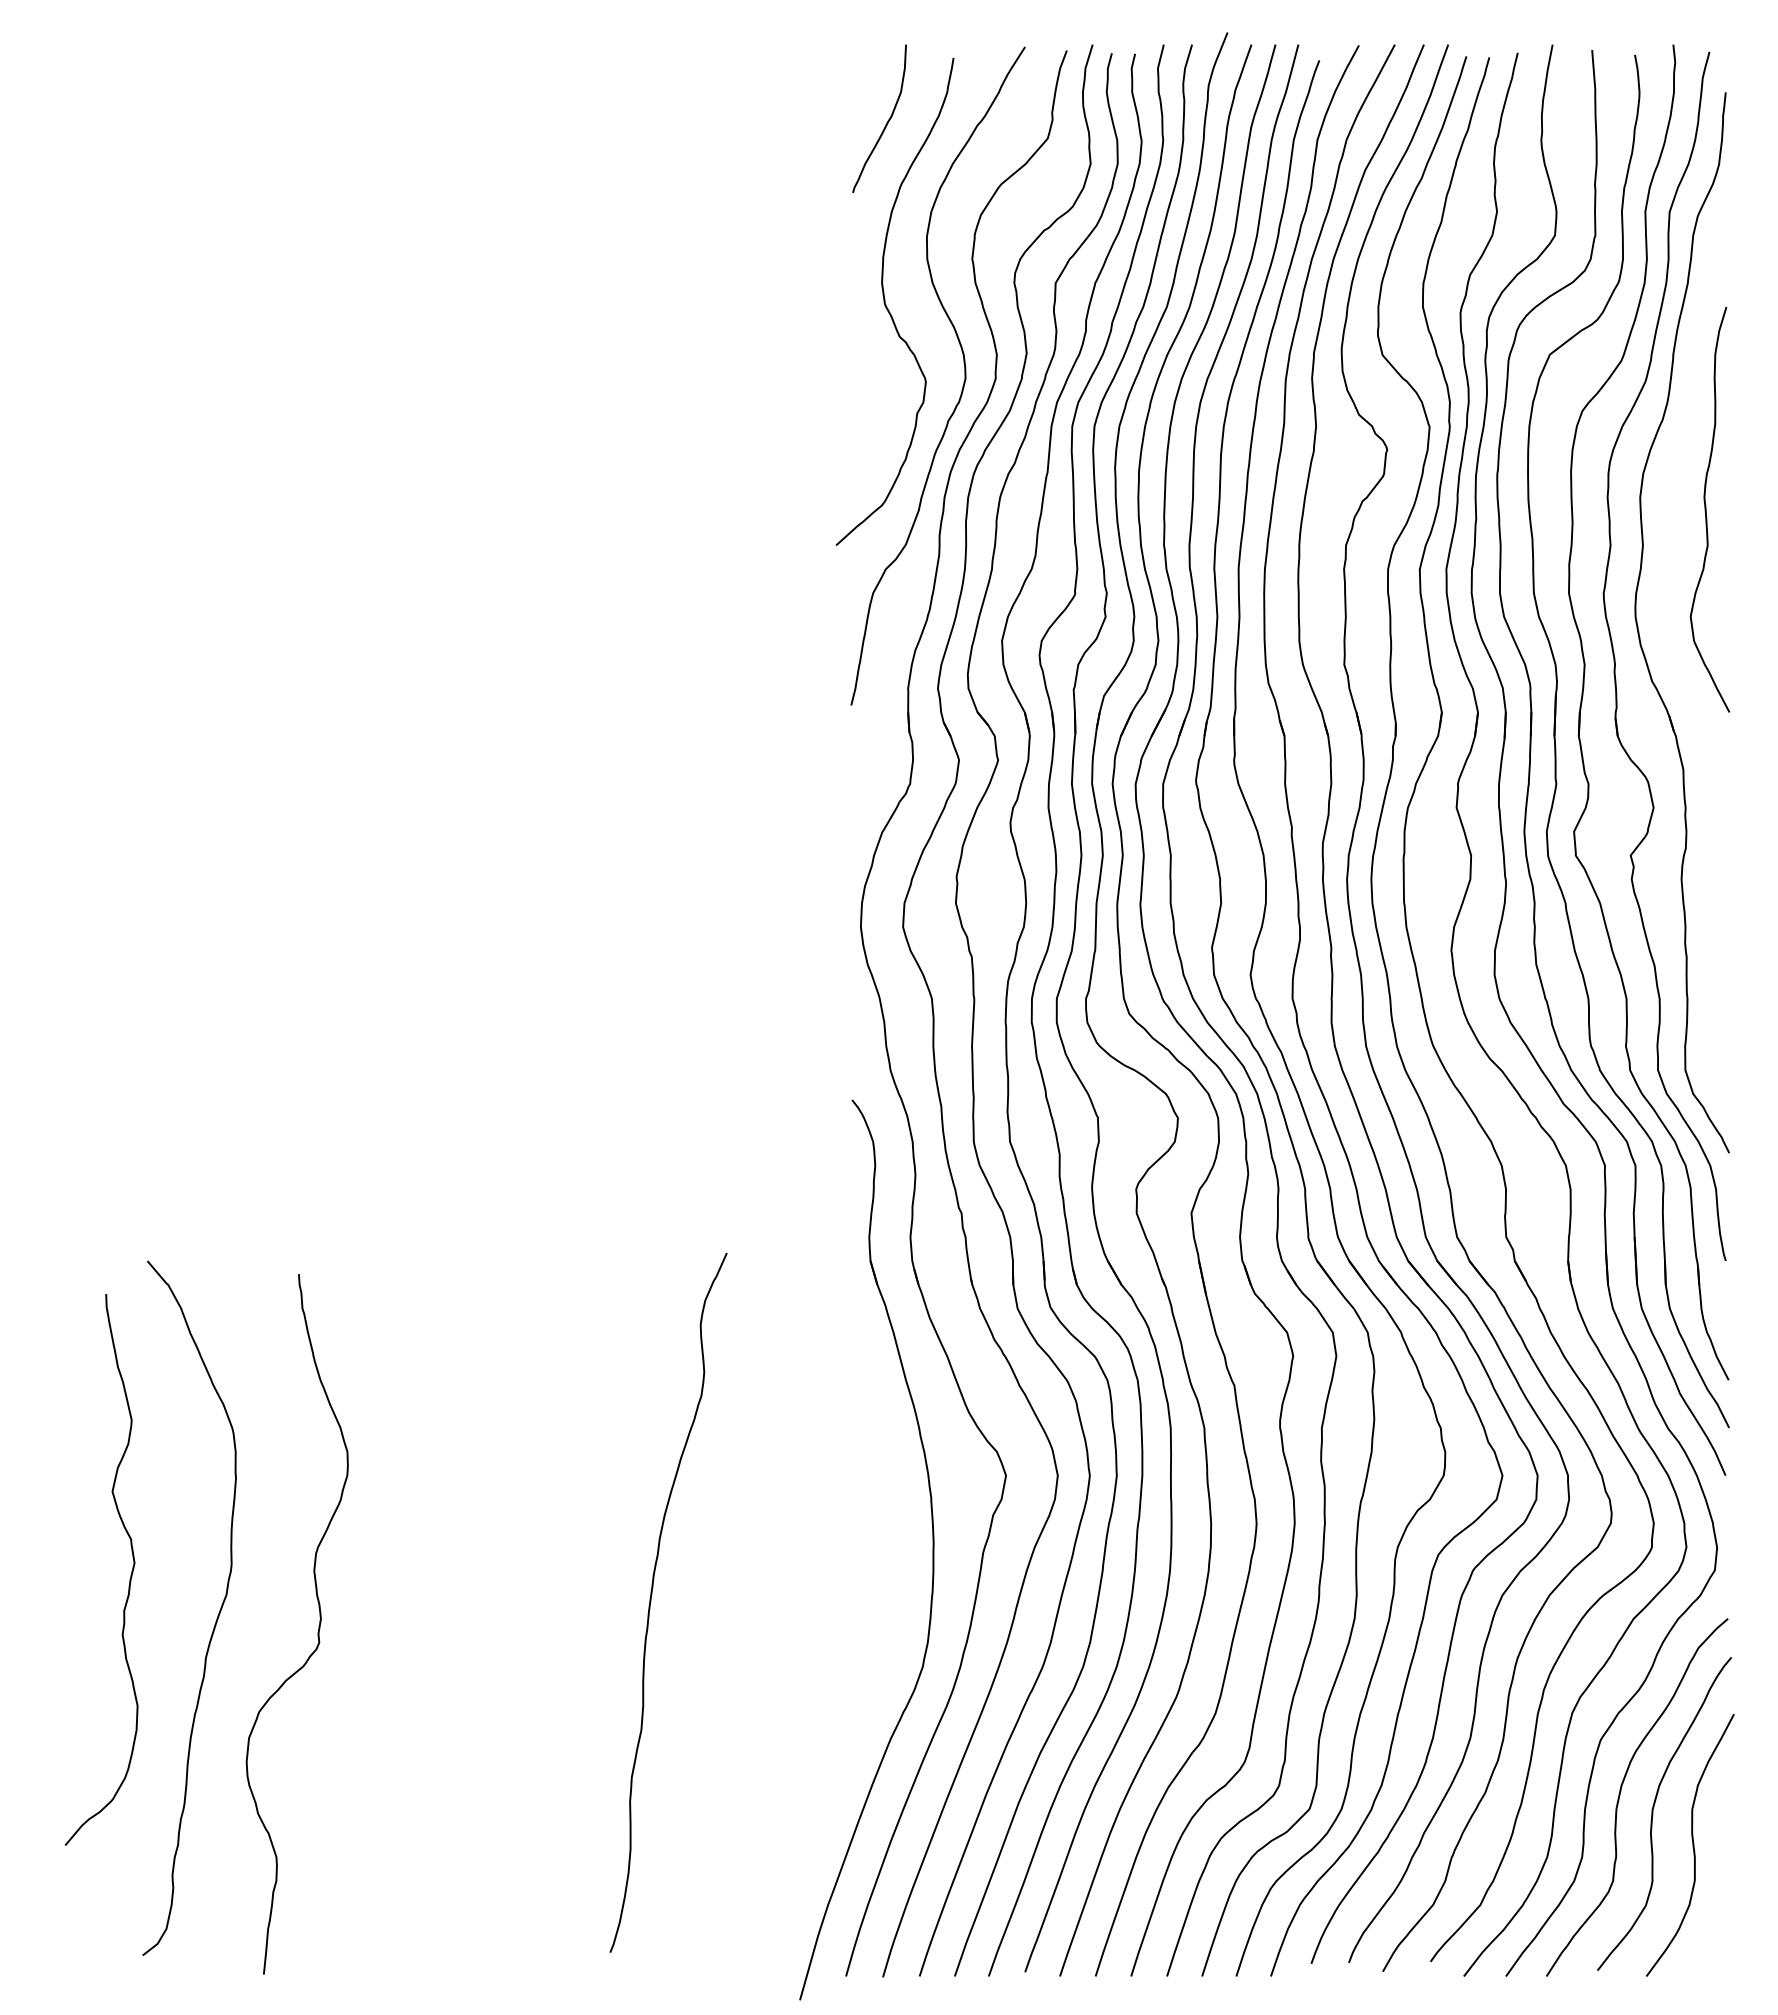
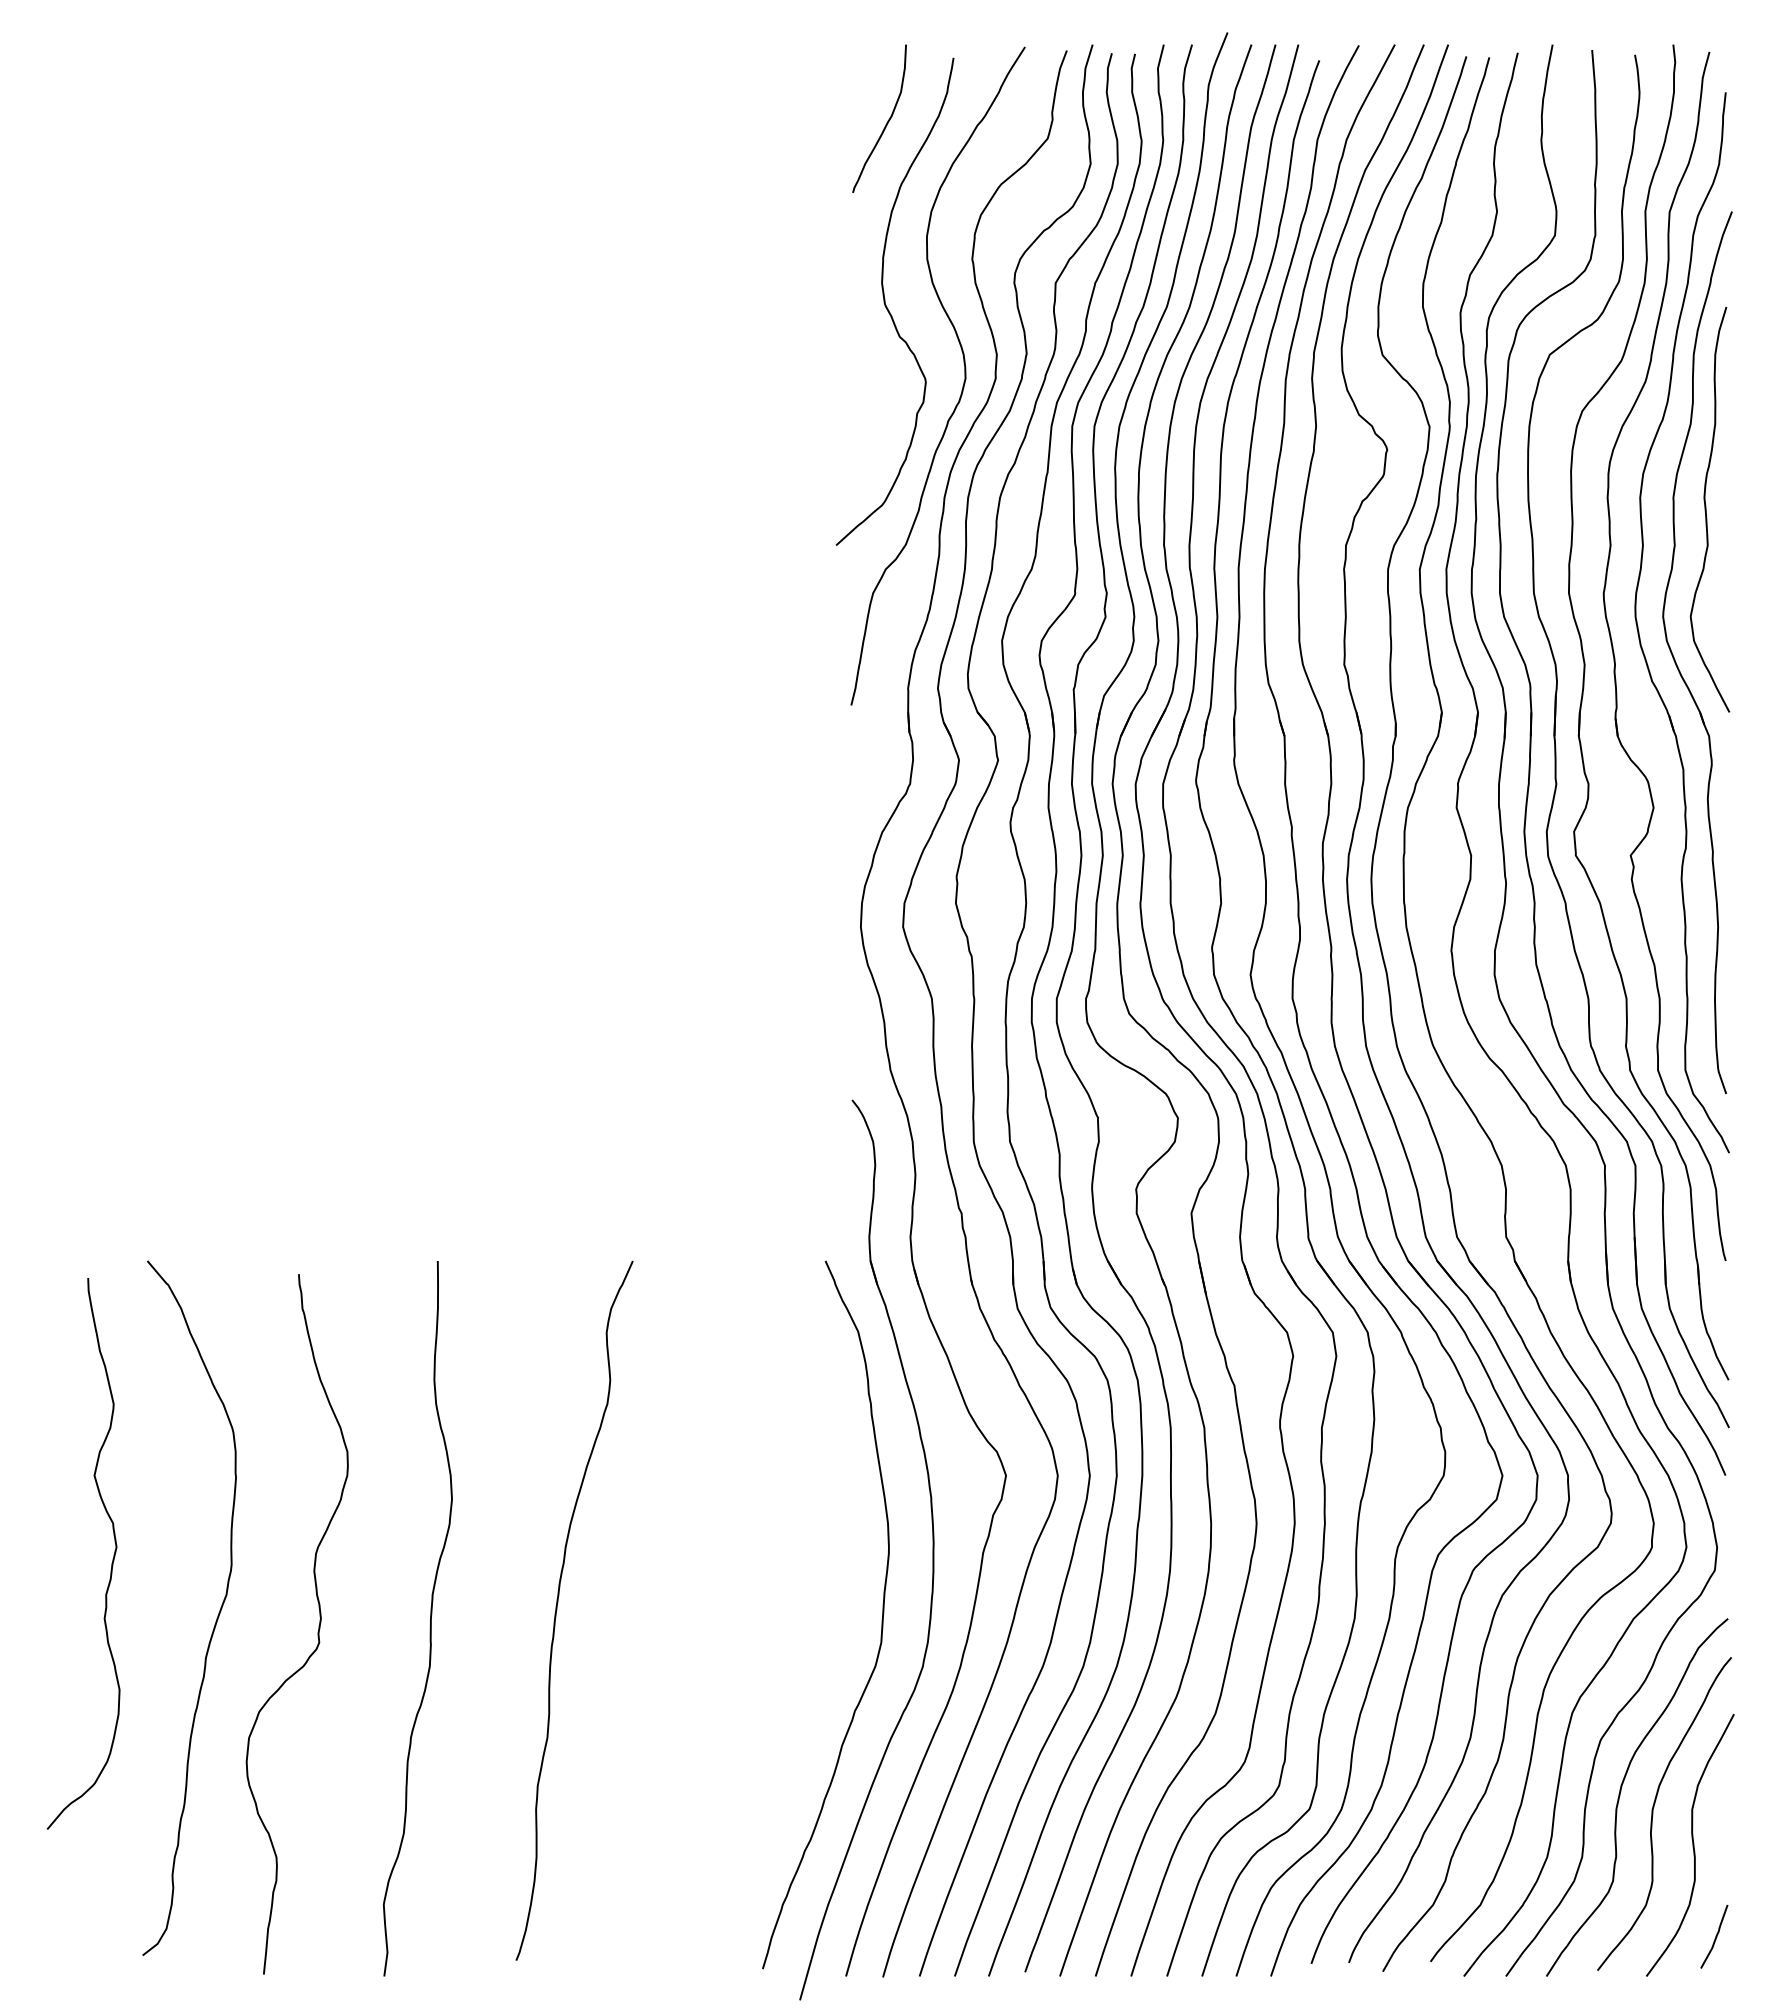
part at (1675, 659): none -> present
curve at (130, 1574) position: (130, 1574) -> (112, 1558)
curve at (651, 1602) position: (651, 1602) -> (557, 1610)
curve at (430, 1618): none -> present
curve at (881, 1619): none -> present
curve at (1715, 1936): none -> present
